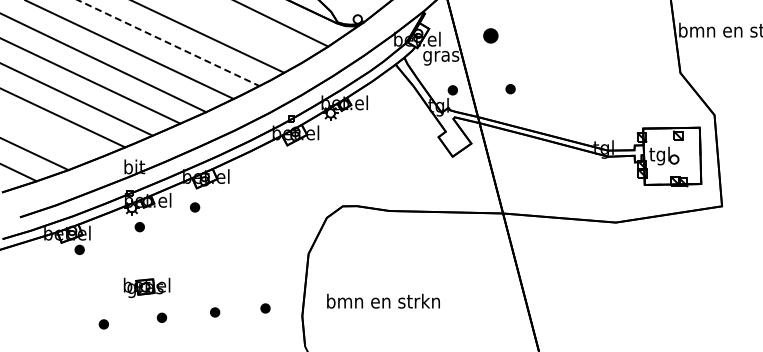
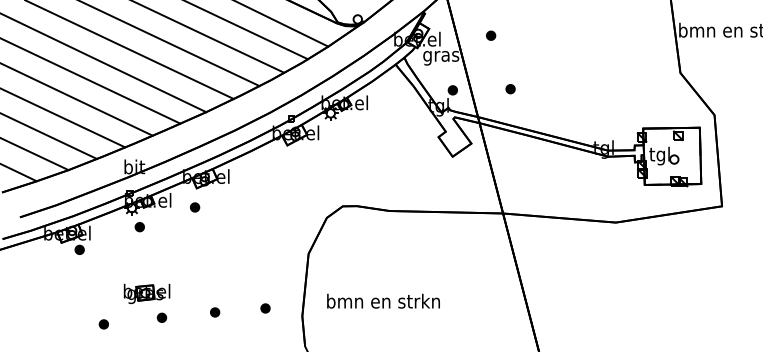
line at (247, 30): none -> present
part at (490, 35) size: 16x16 px -> 11x11 px
line at (169, 43): dashed -> solid
line at (49, 136): none -> present
part at (146, 287) position: (146, 287) -> (146, 293)
